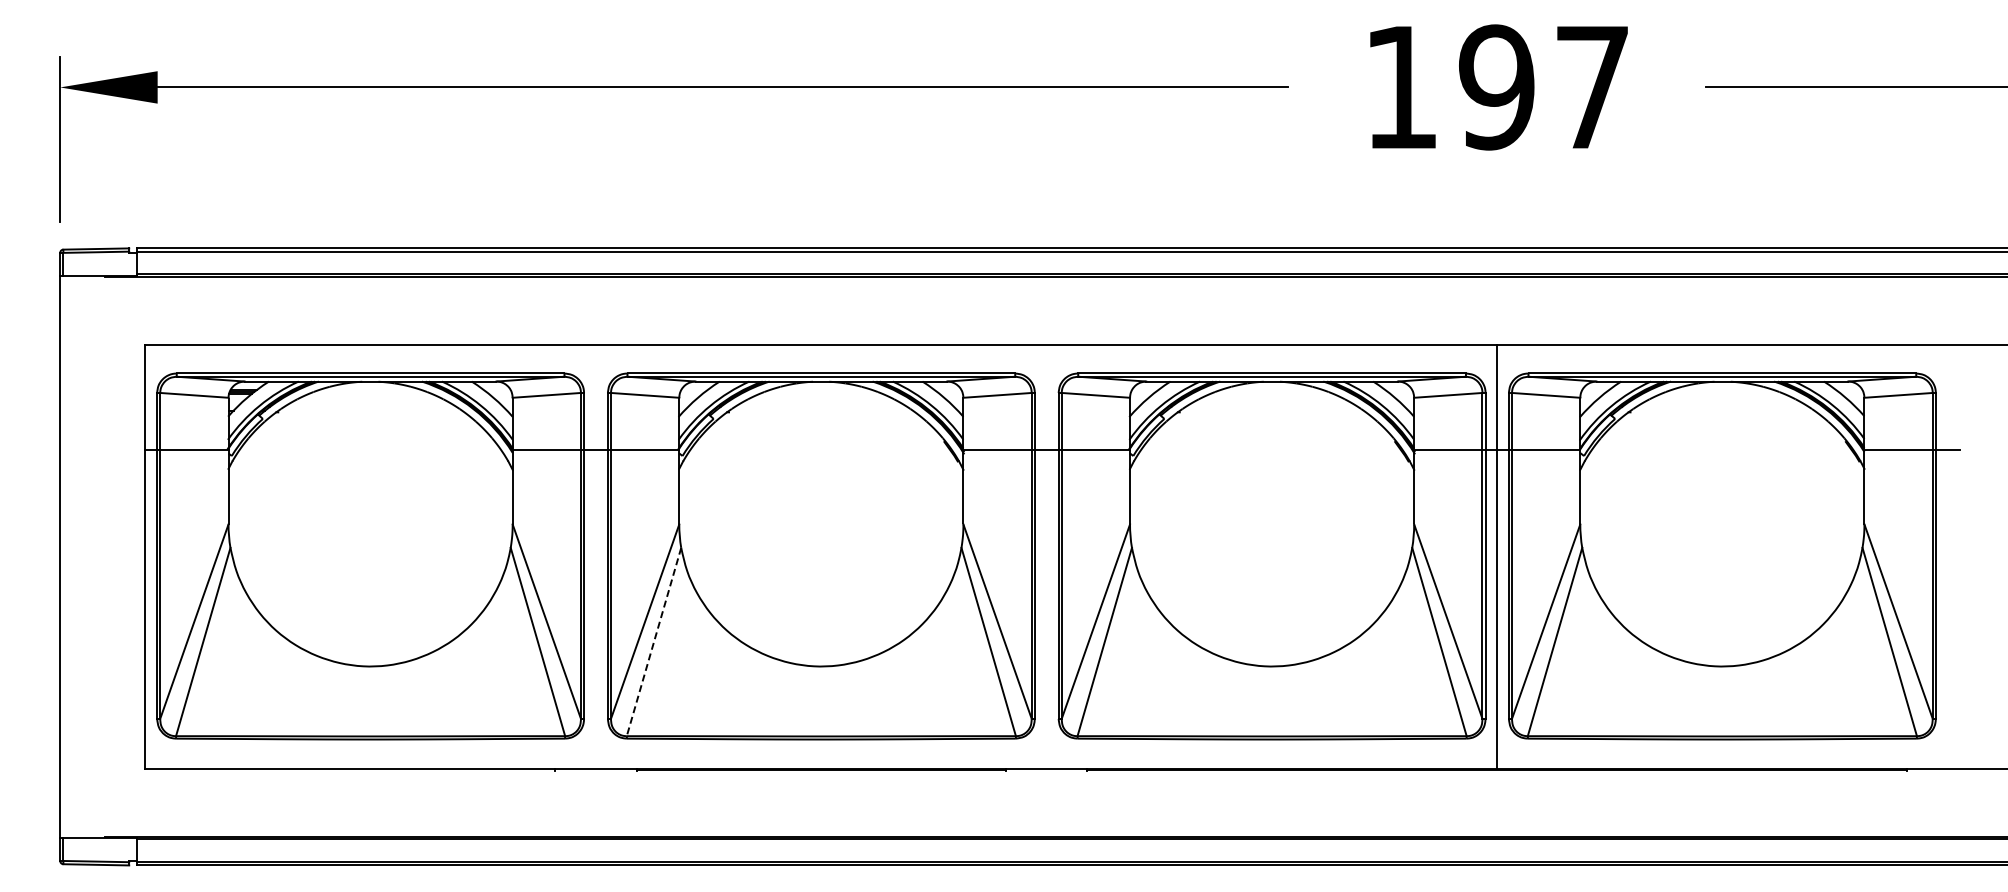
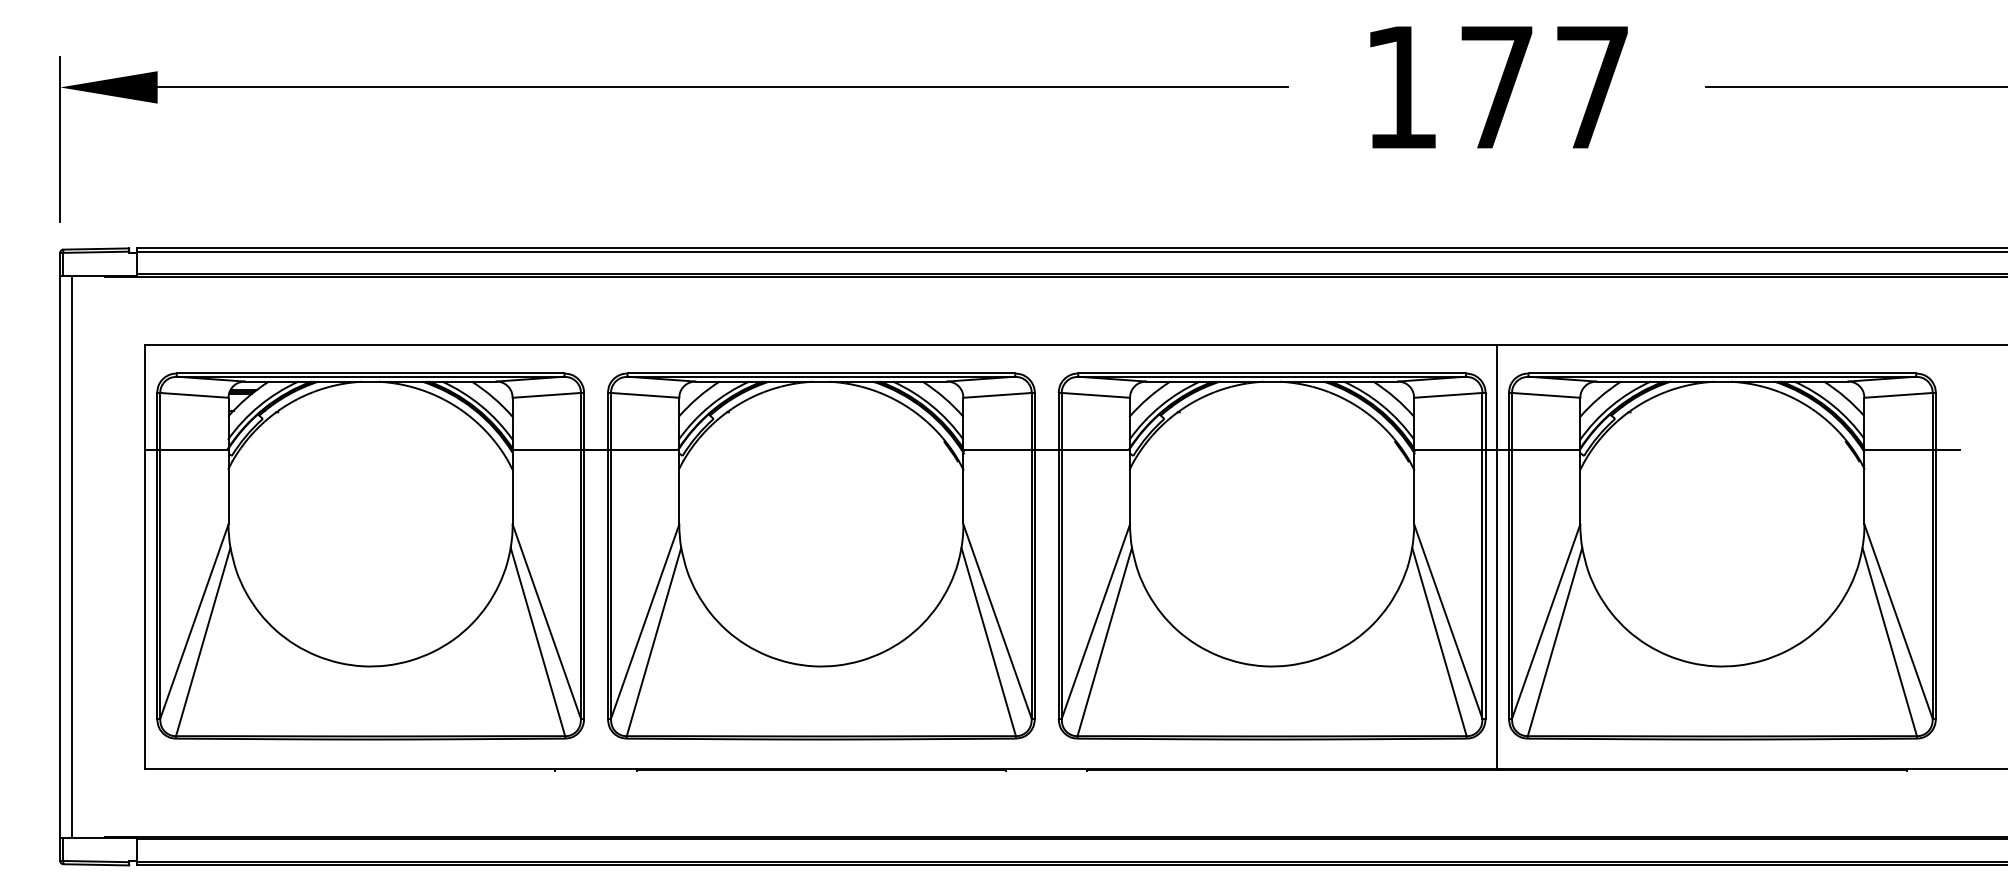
text at (1496, 87): 197 -> 177
line at (71, 556): none -> present
line at (653, 642): dashed -> solid
